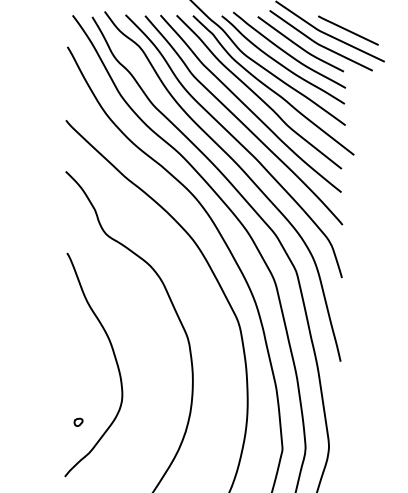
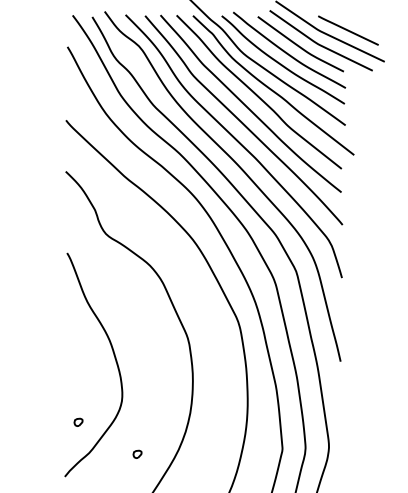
part at (137, 453): none -> present
